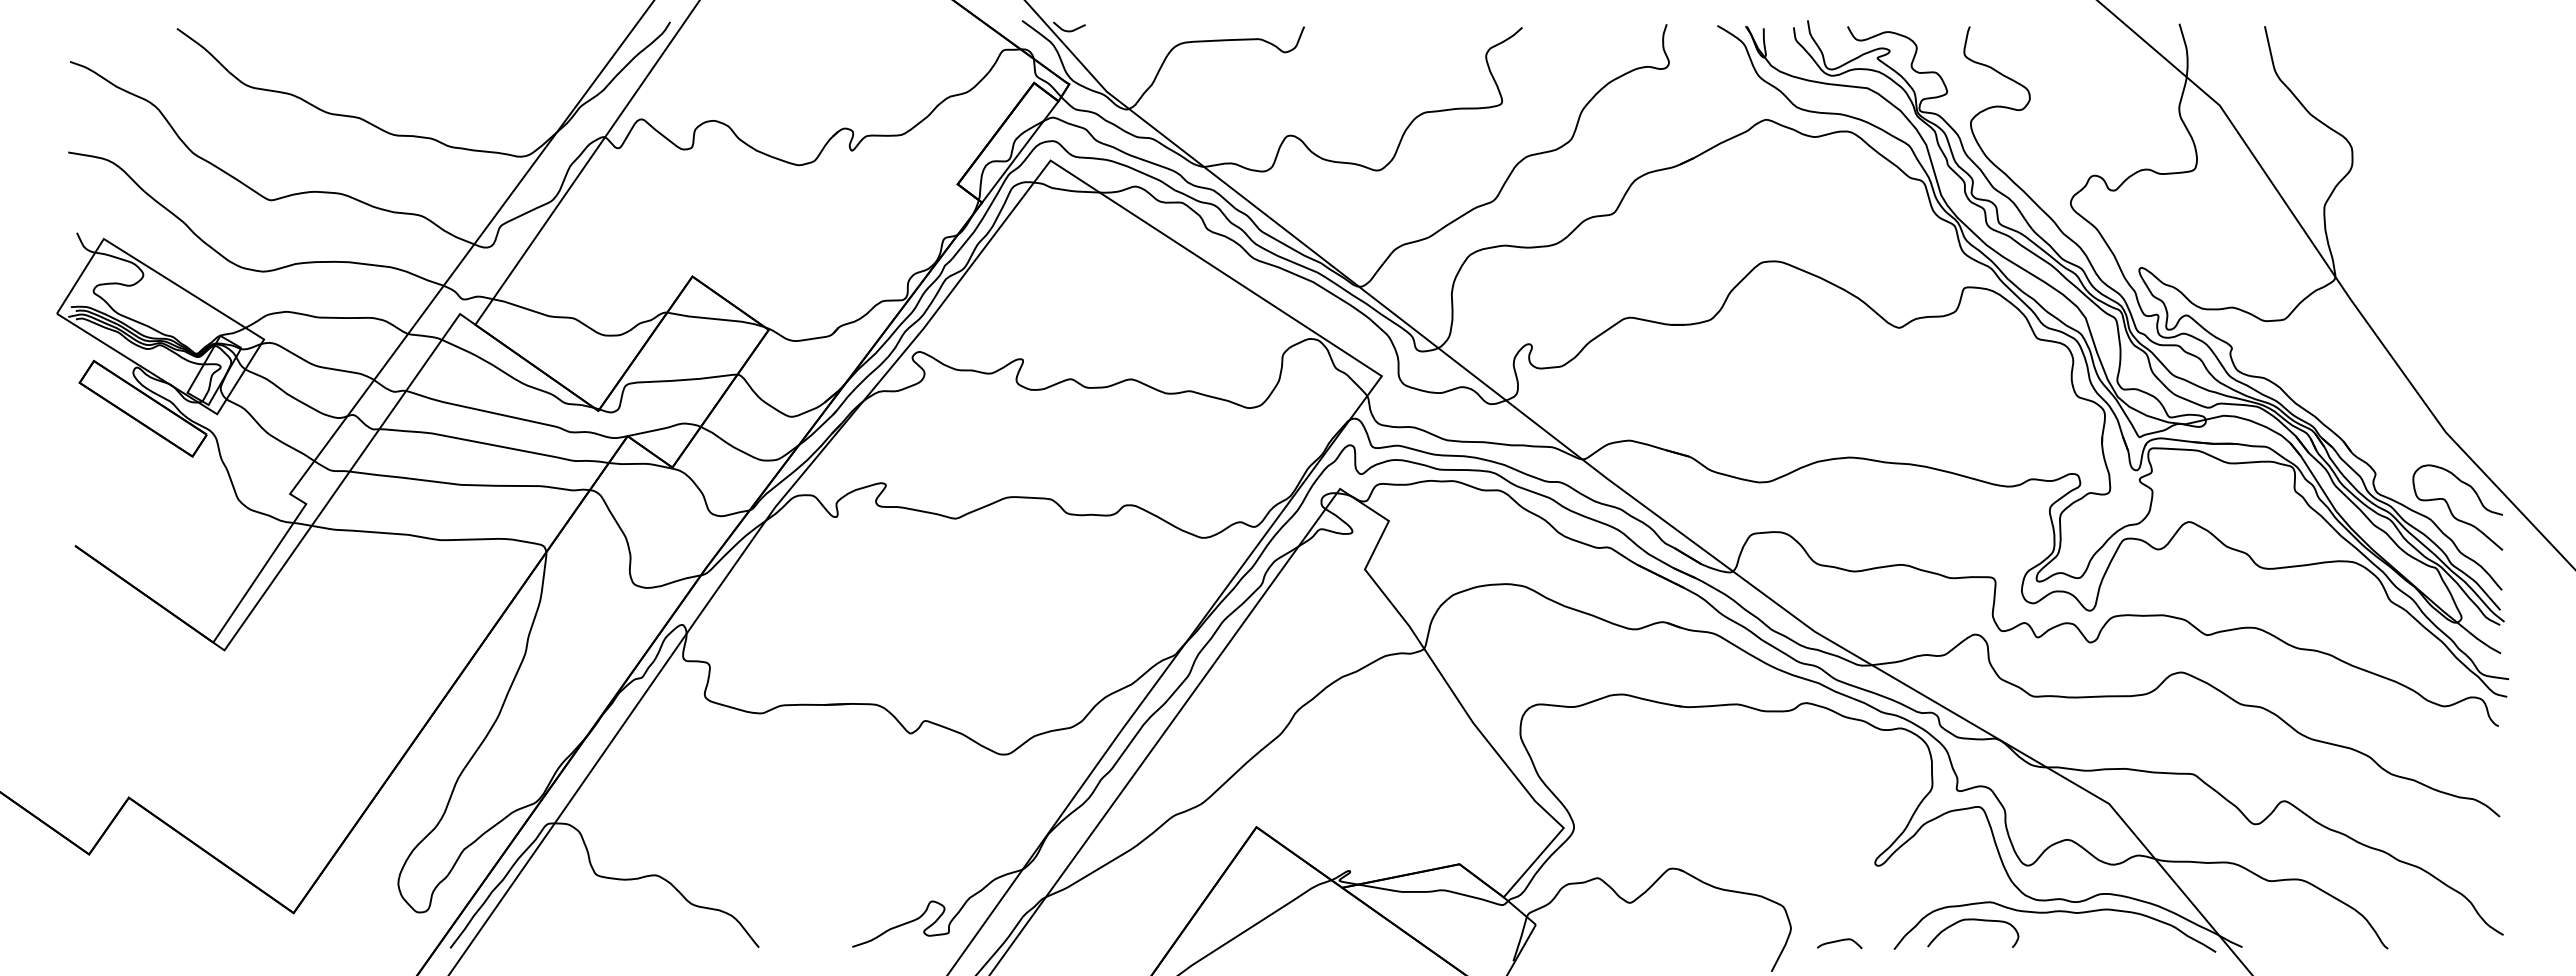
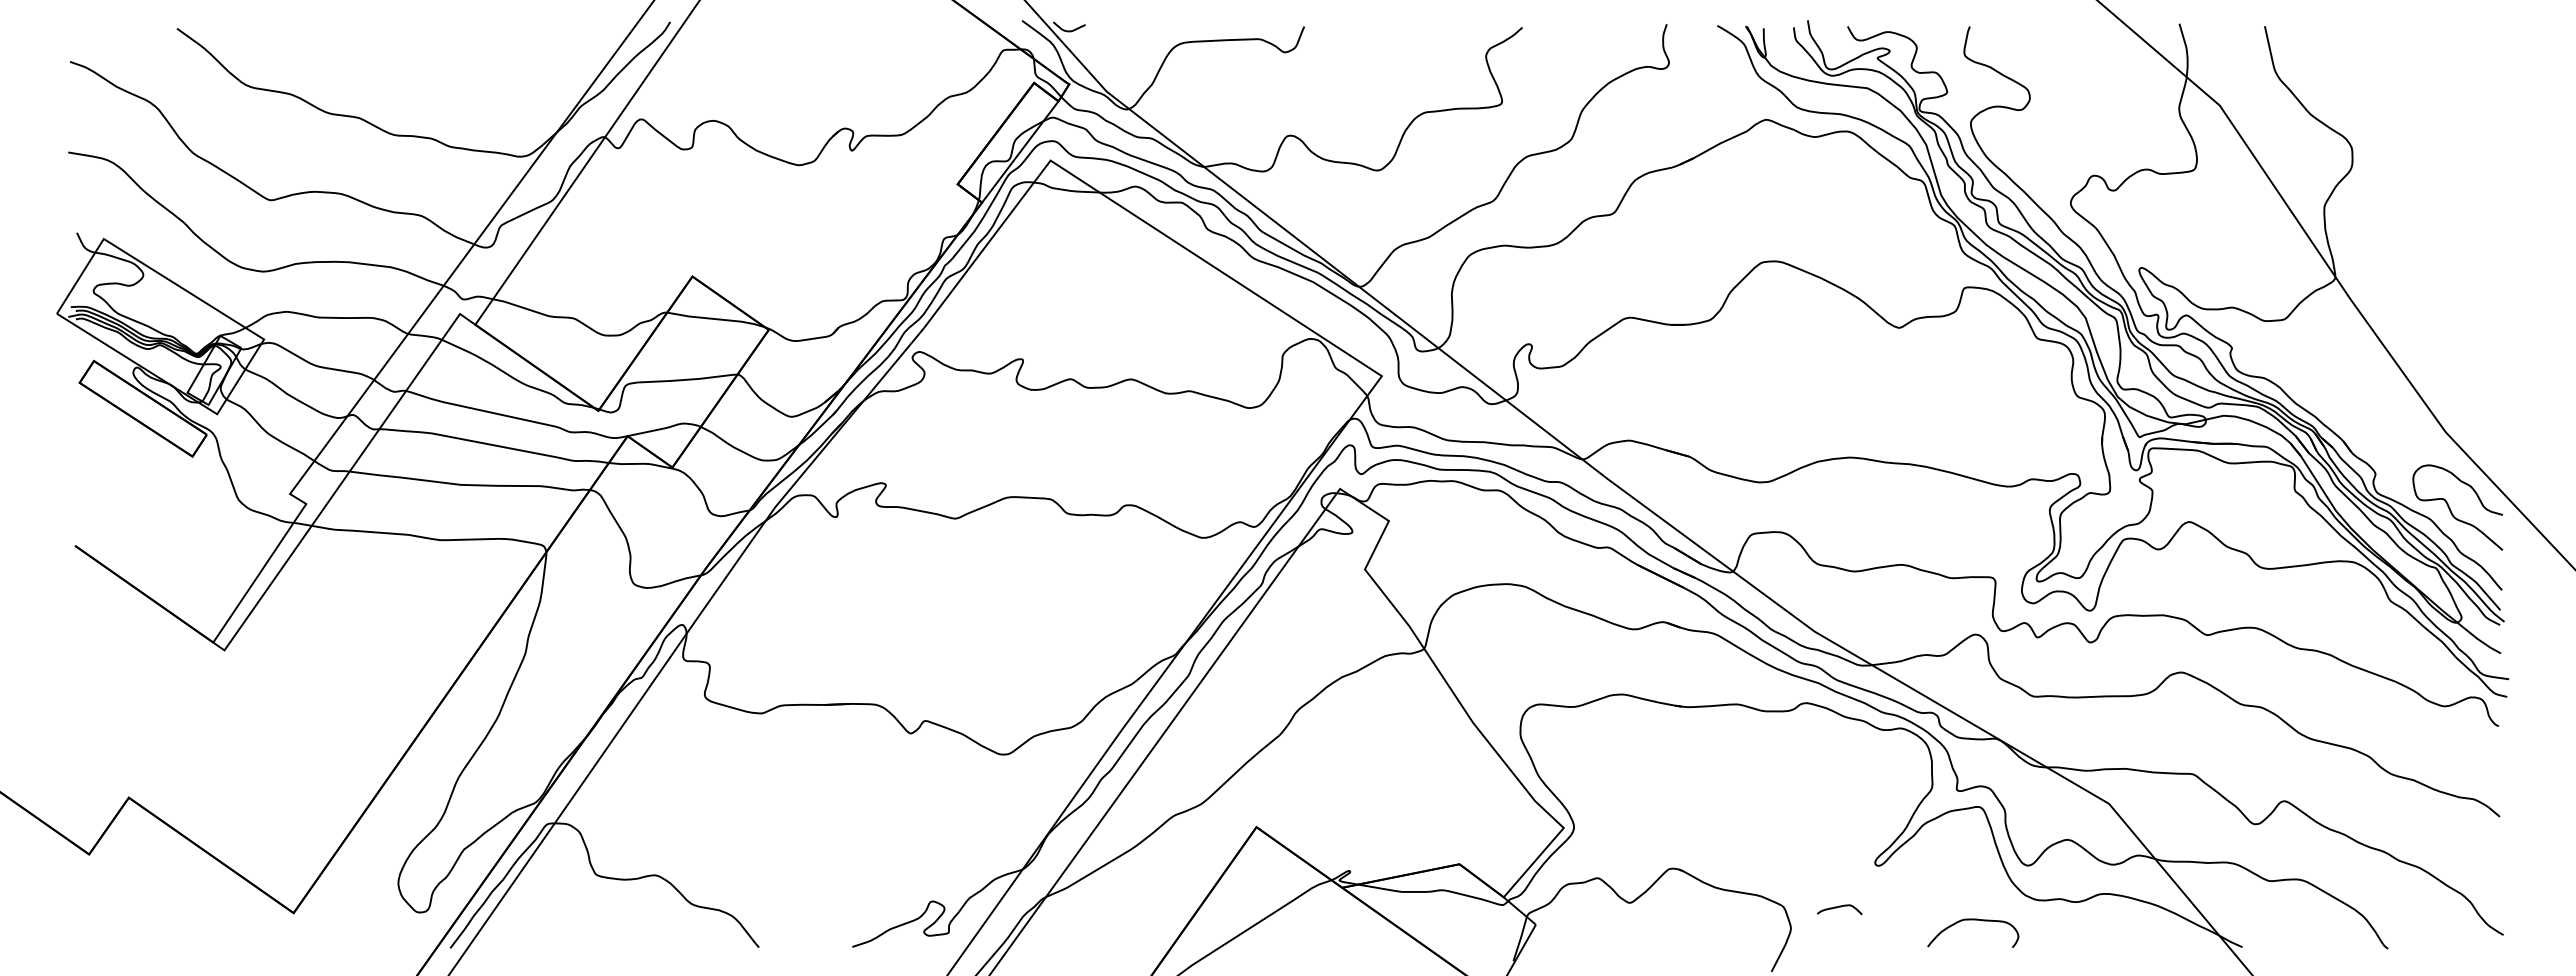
curve at (2049, 913): present -> none
curve at (1839, 941) position: (1839, 941) -> (1839, 907)
